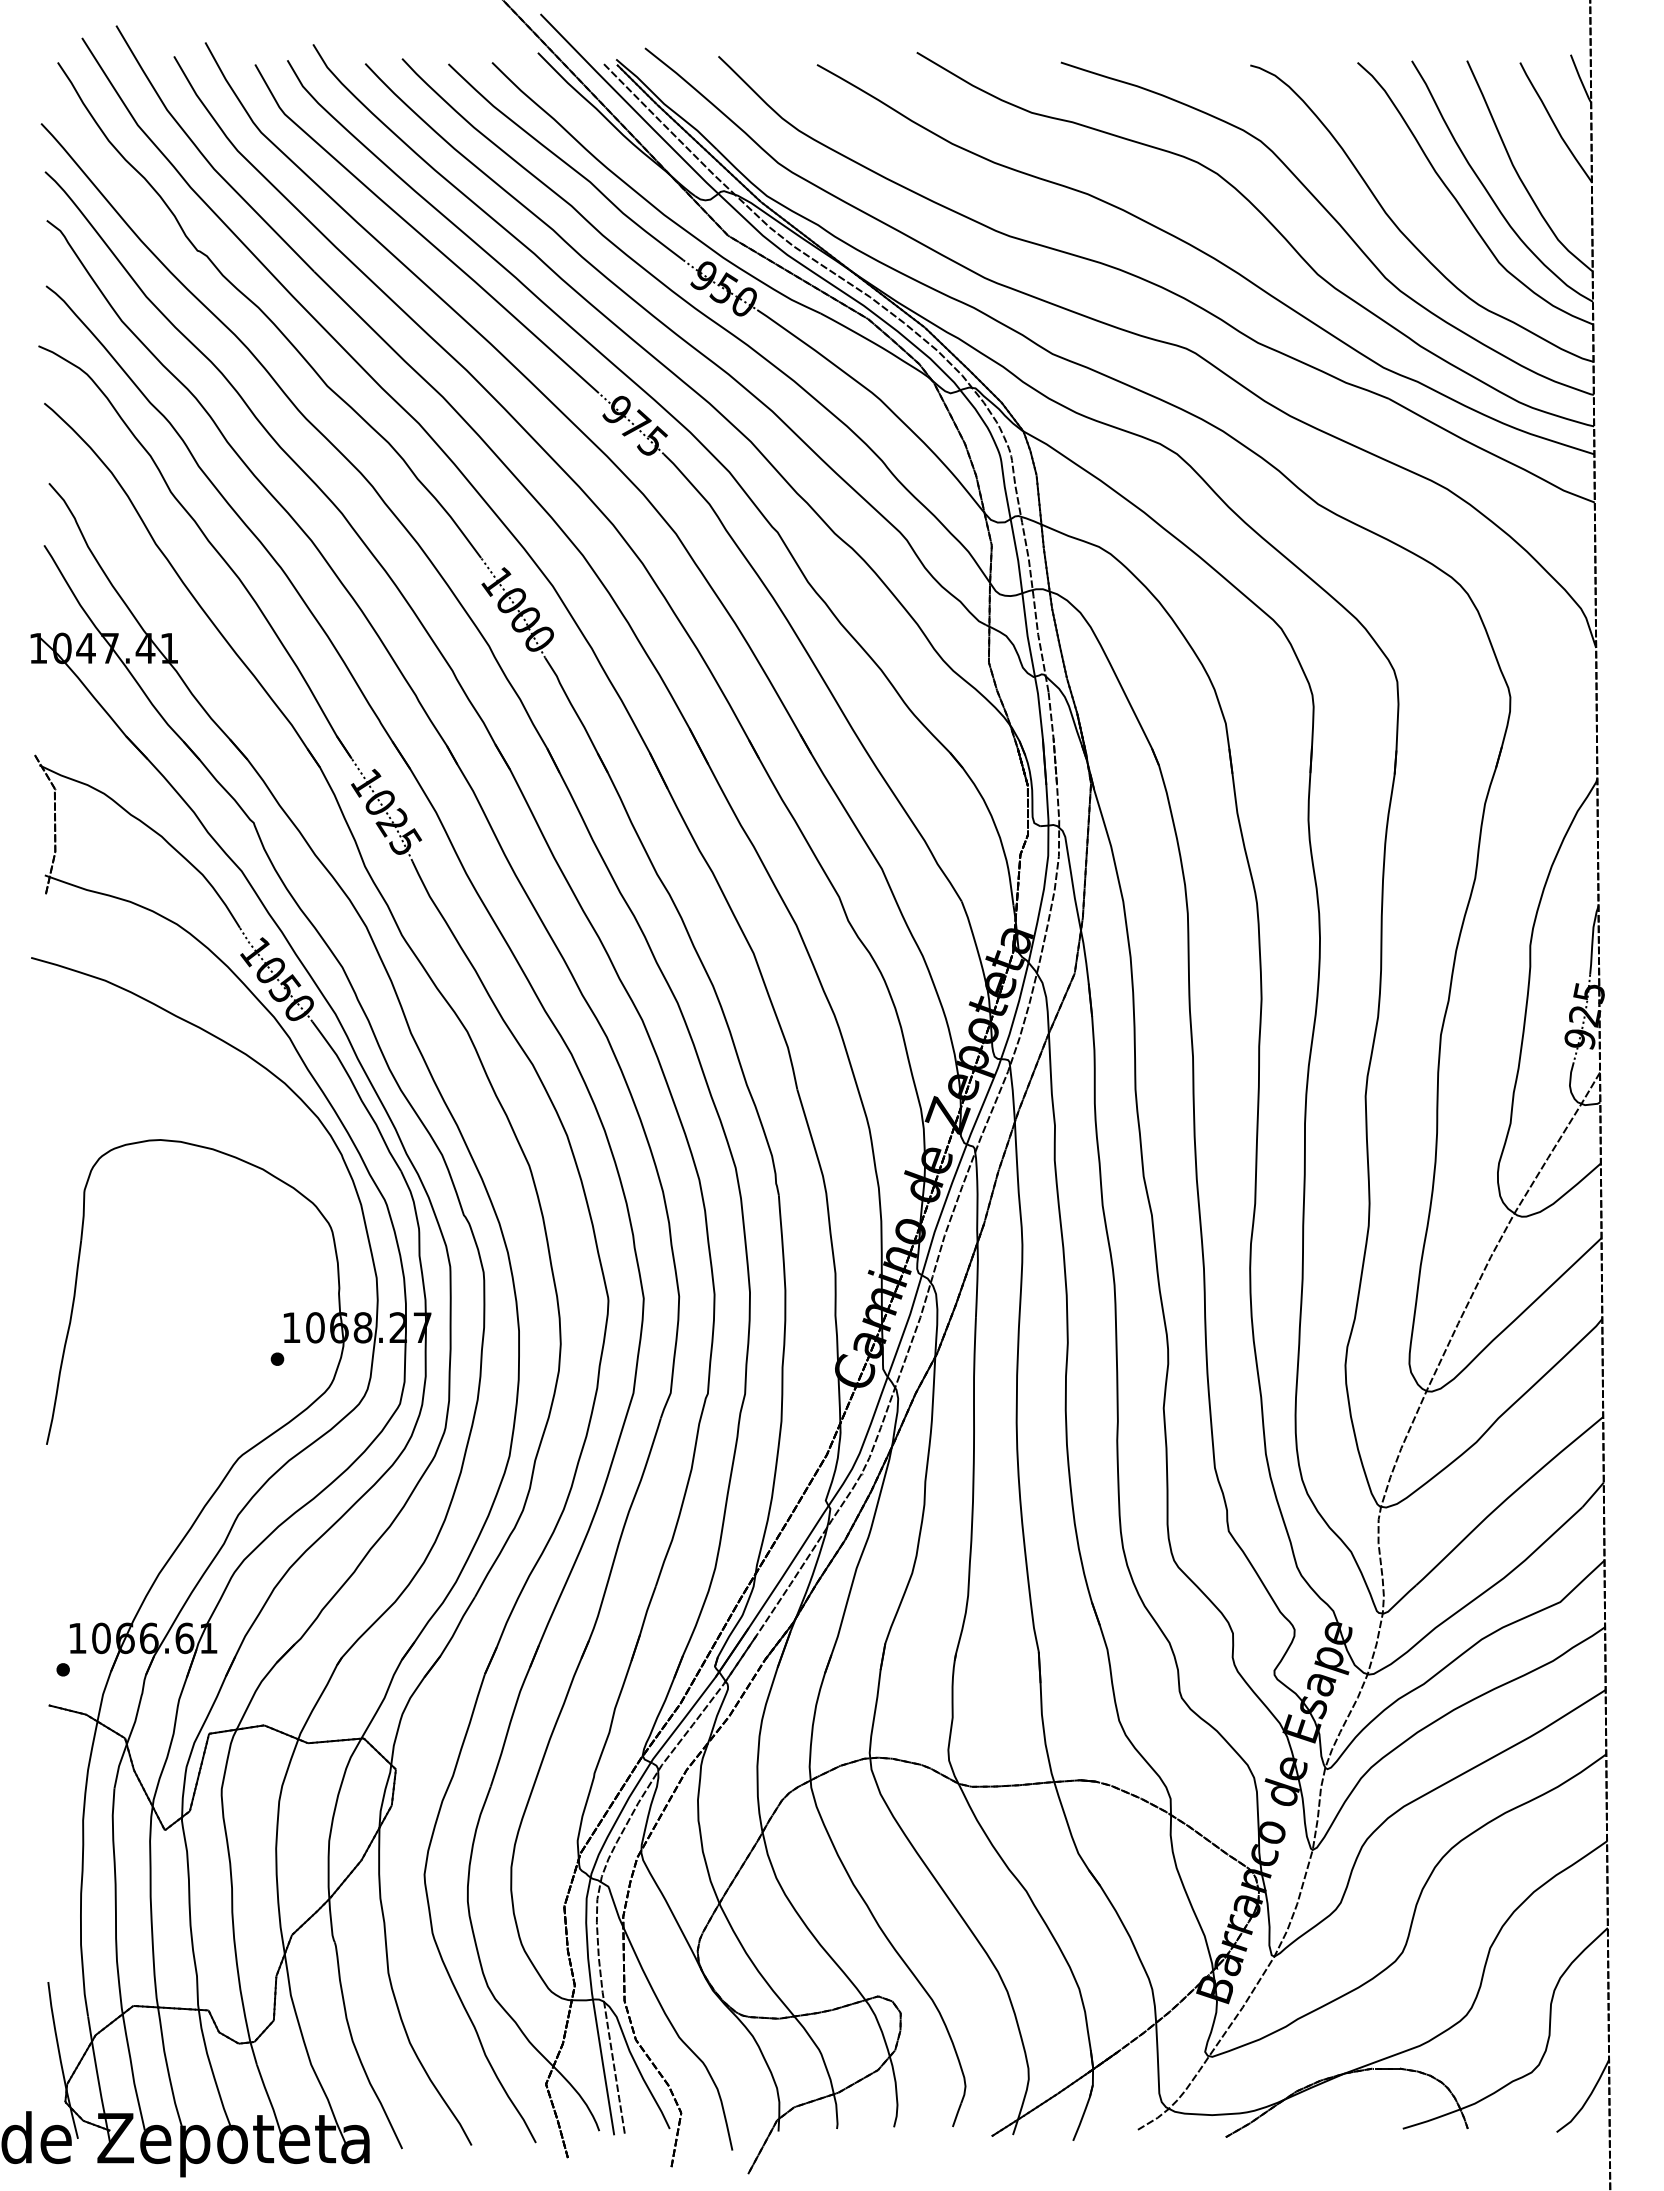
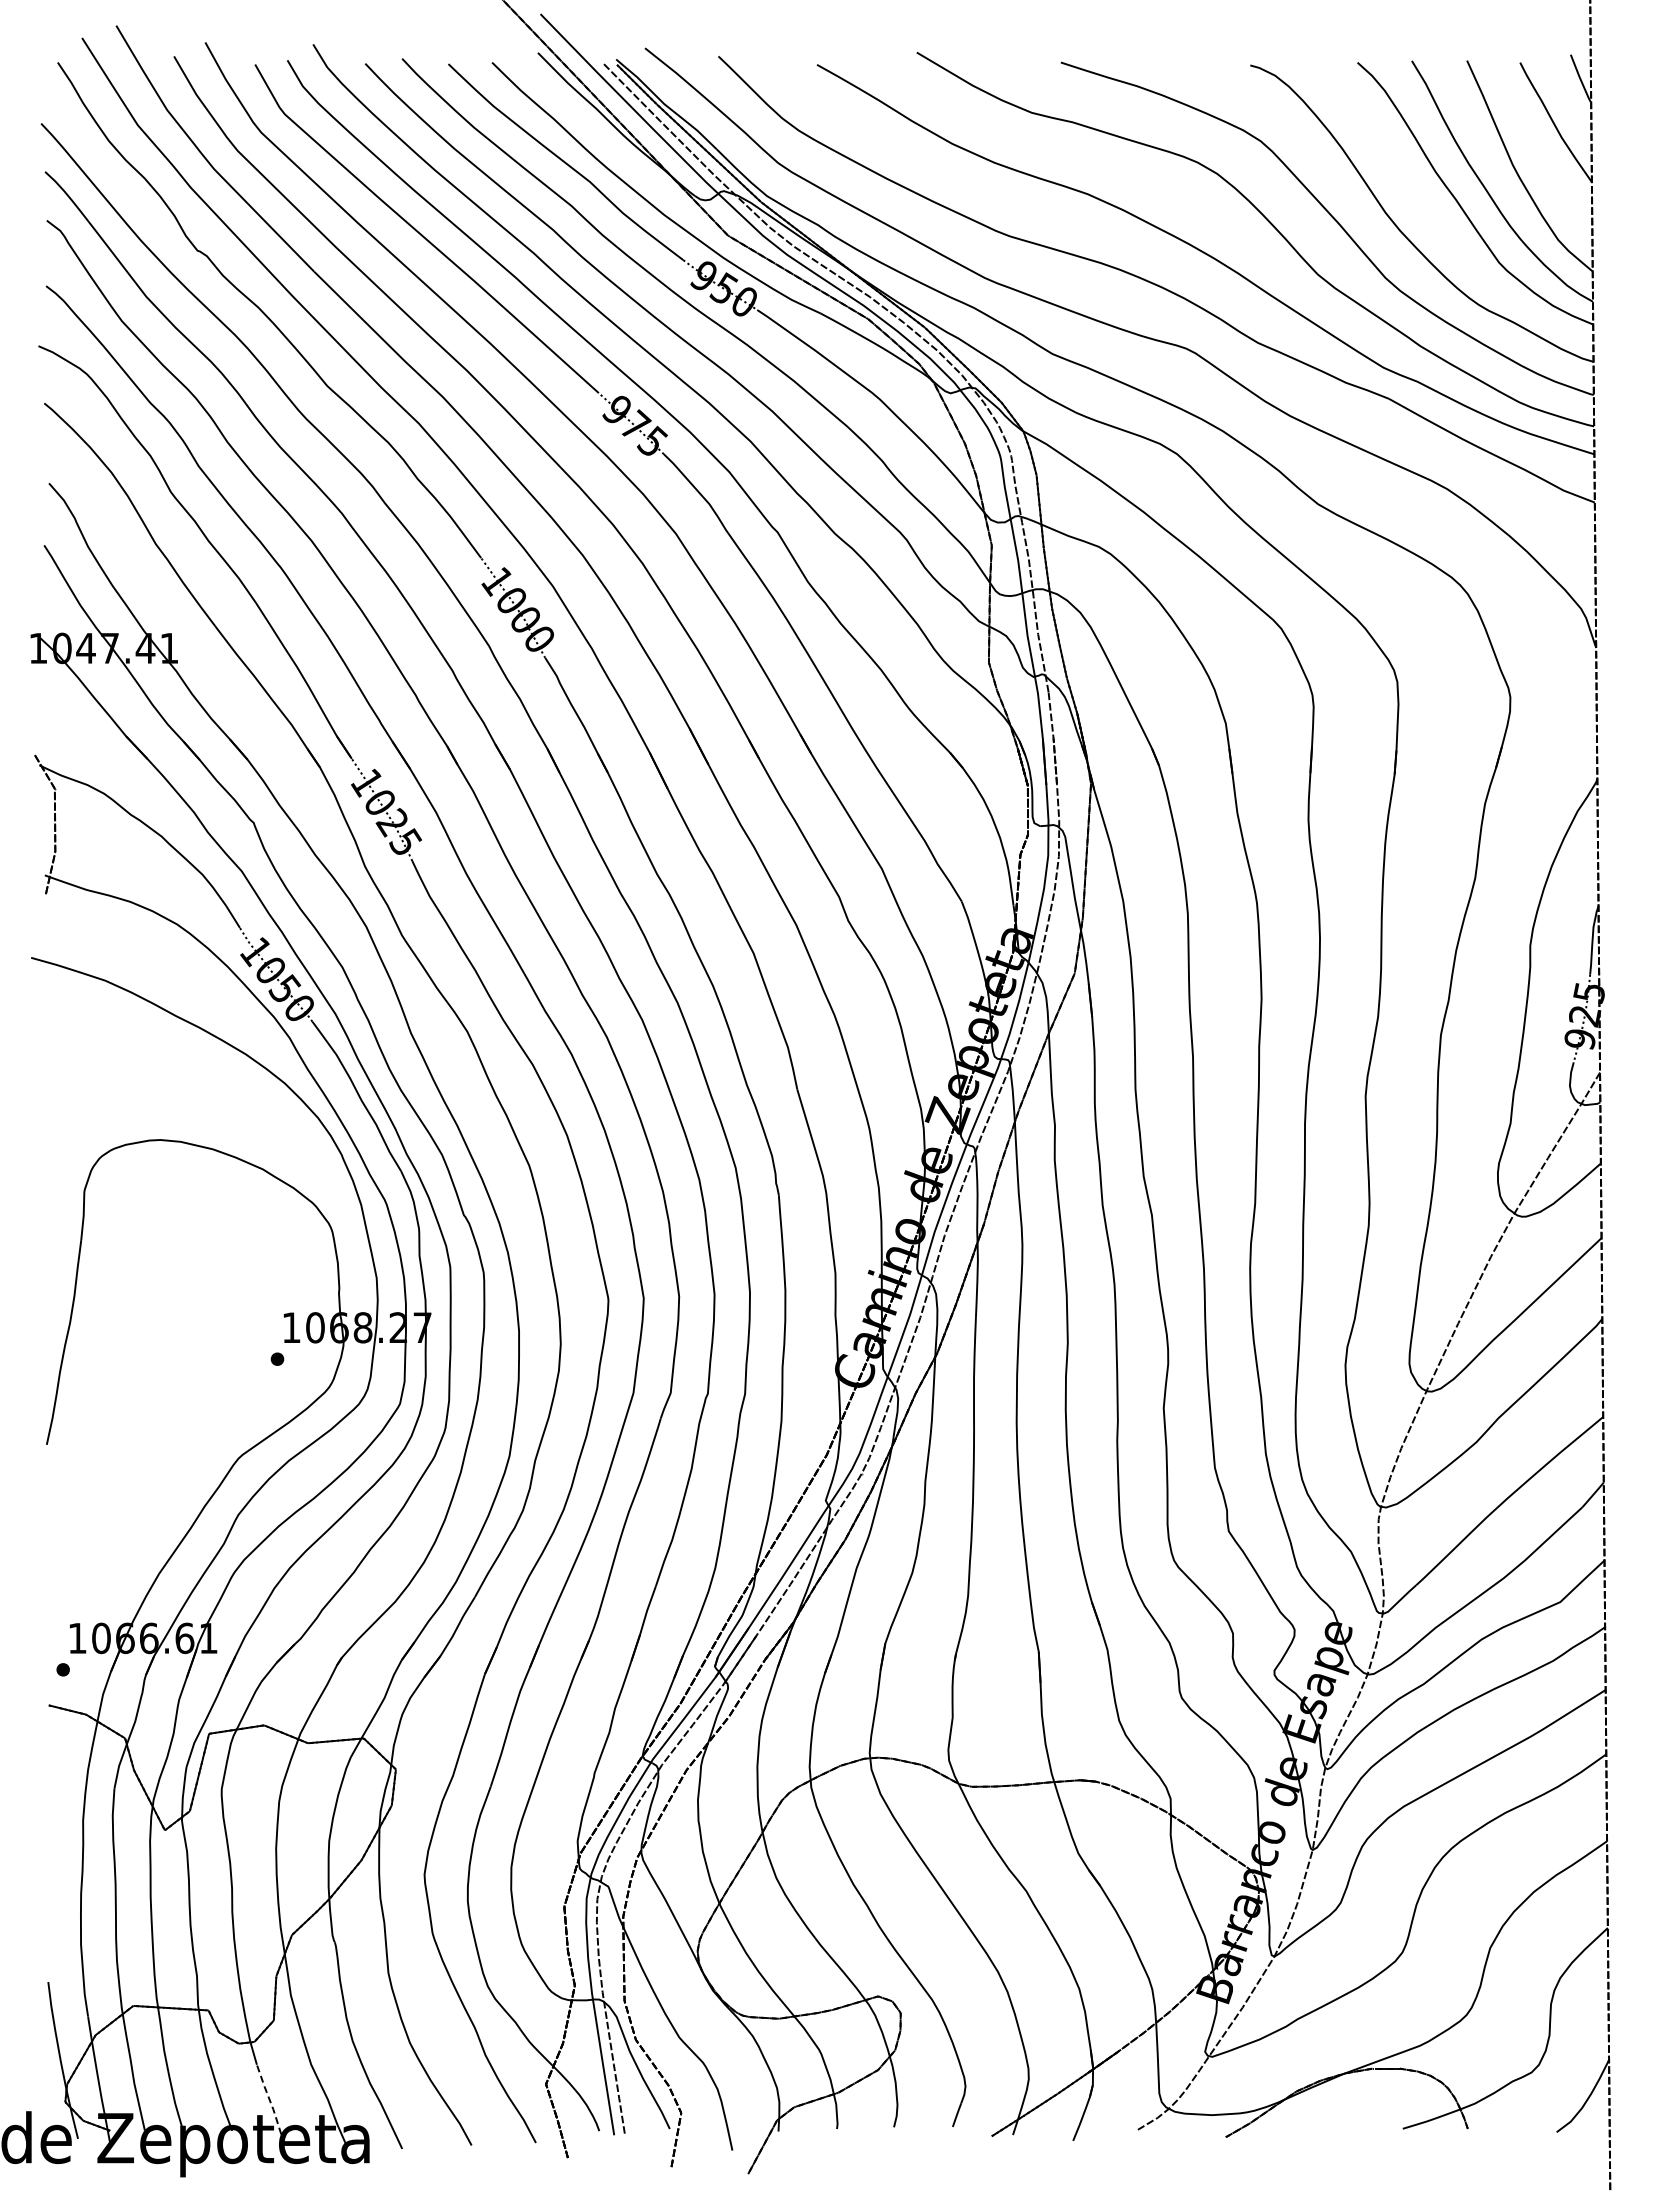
line at (269, 2098): solid -> dashed
